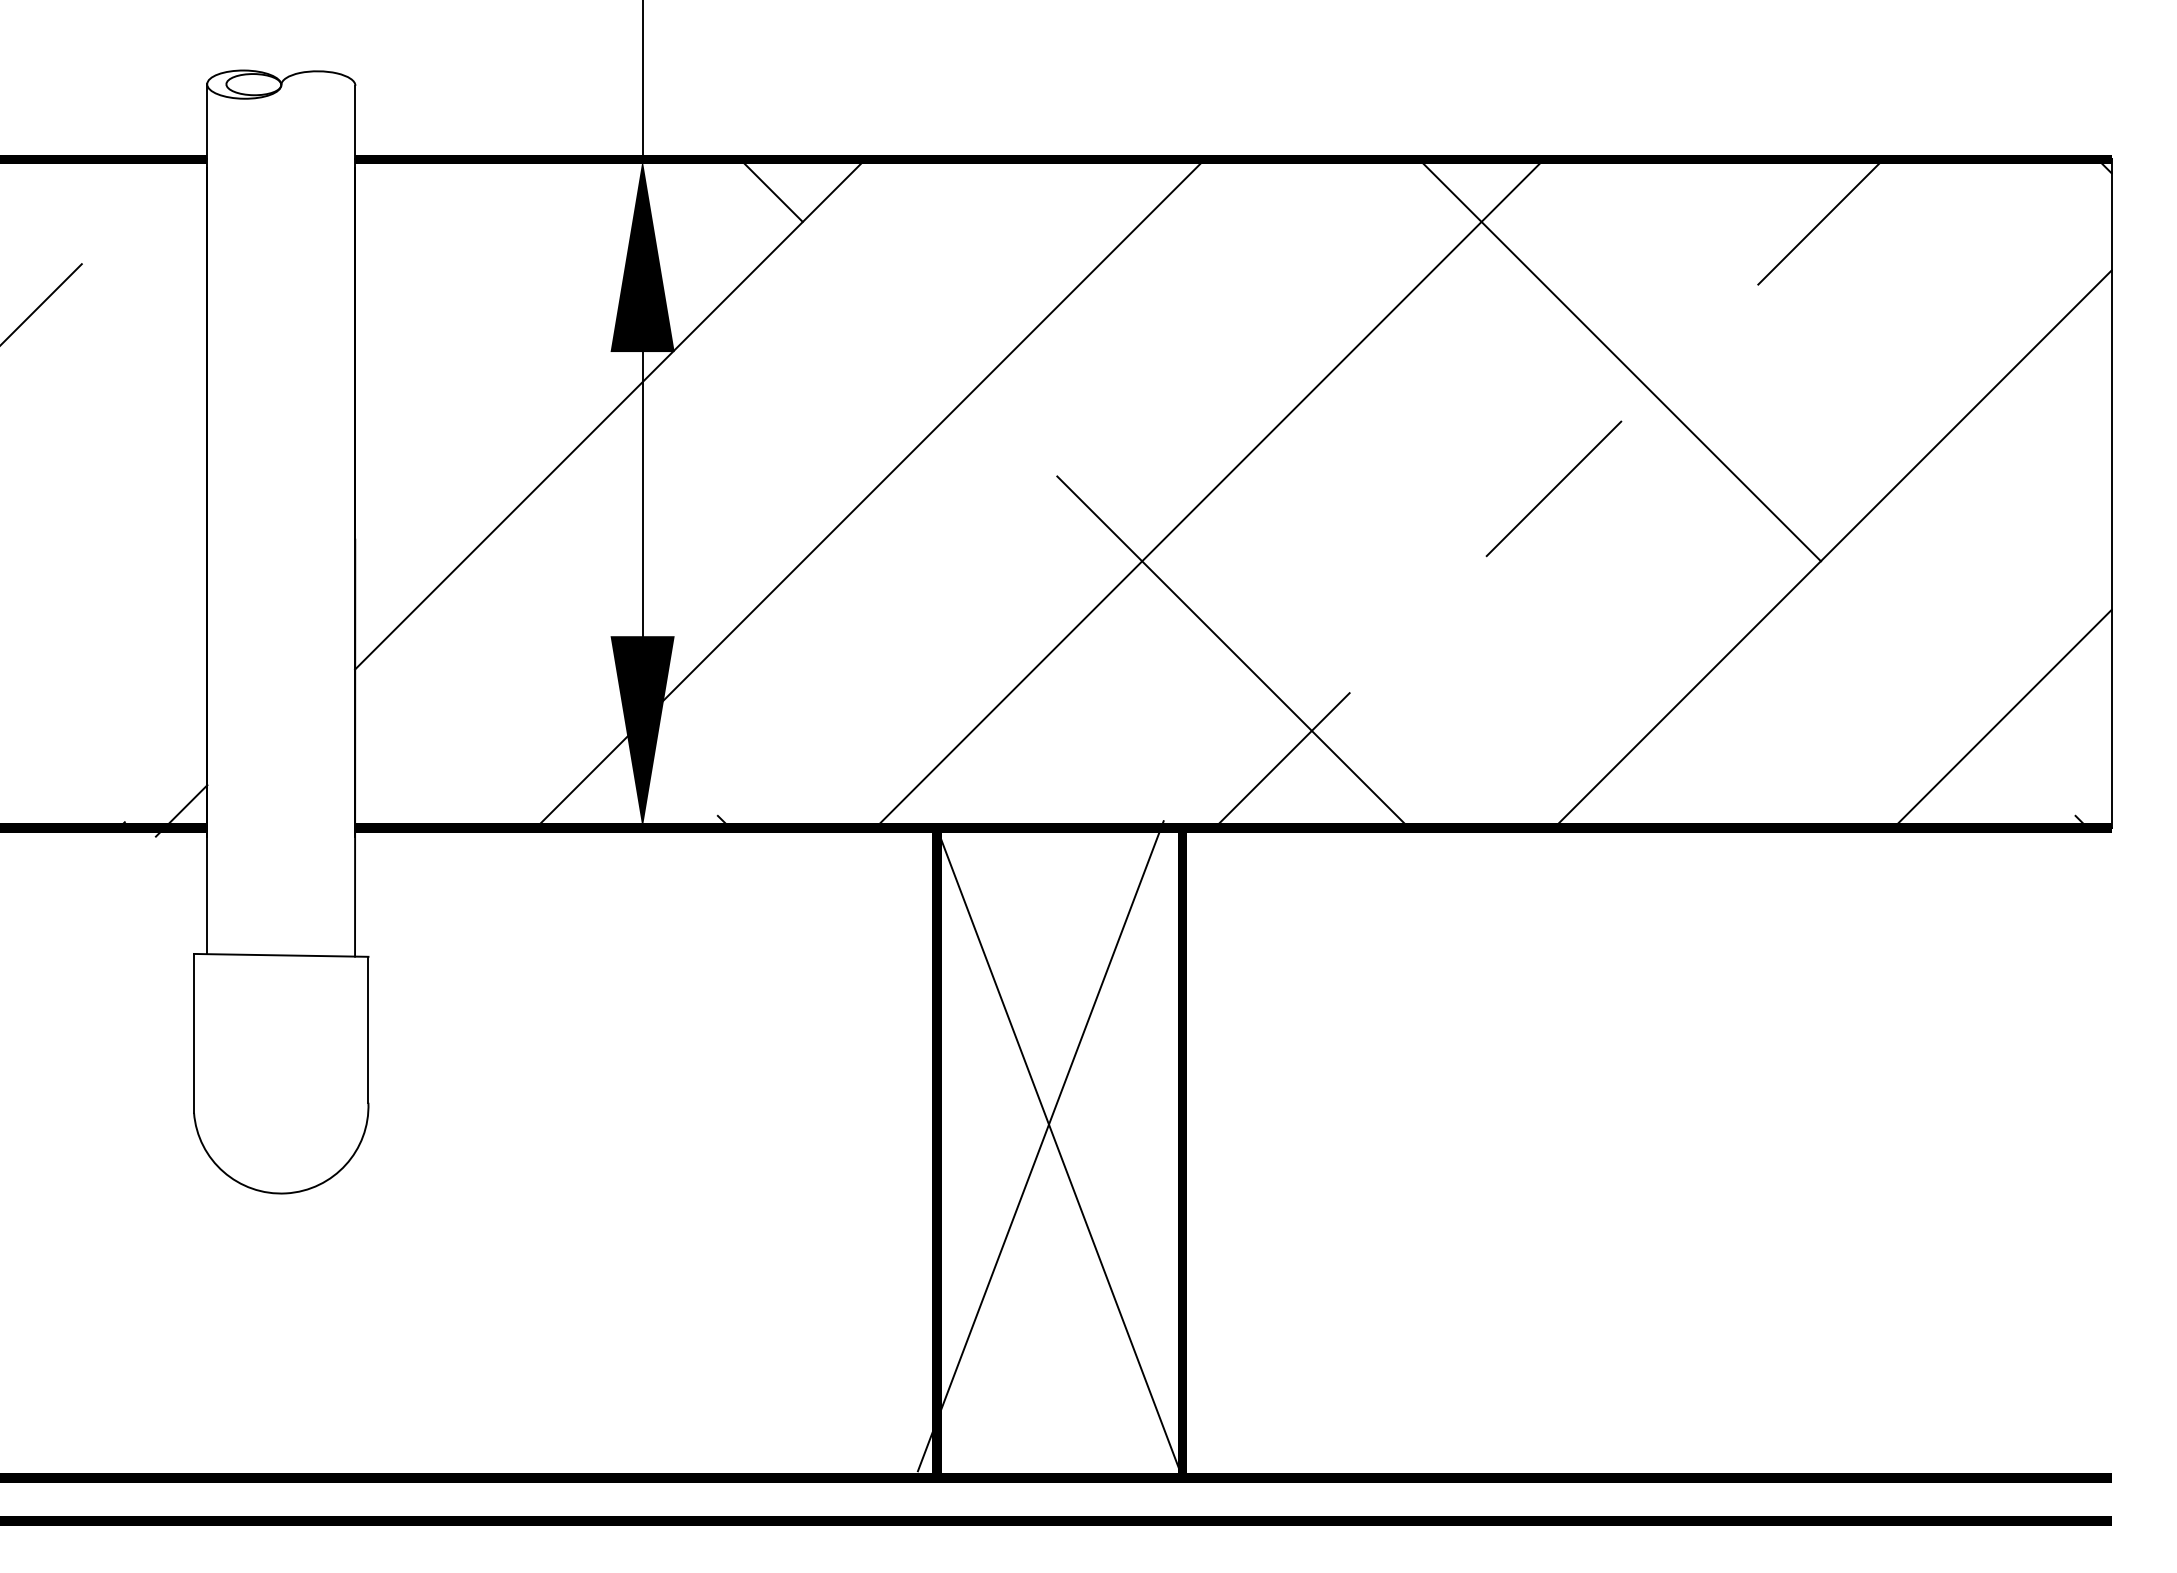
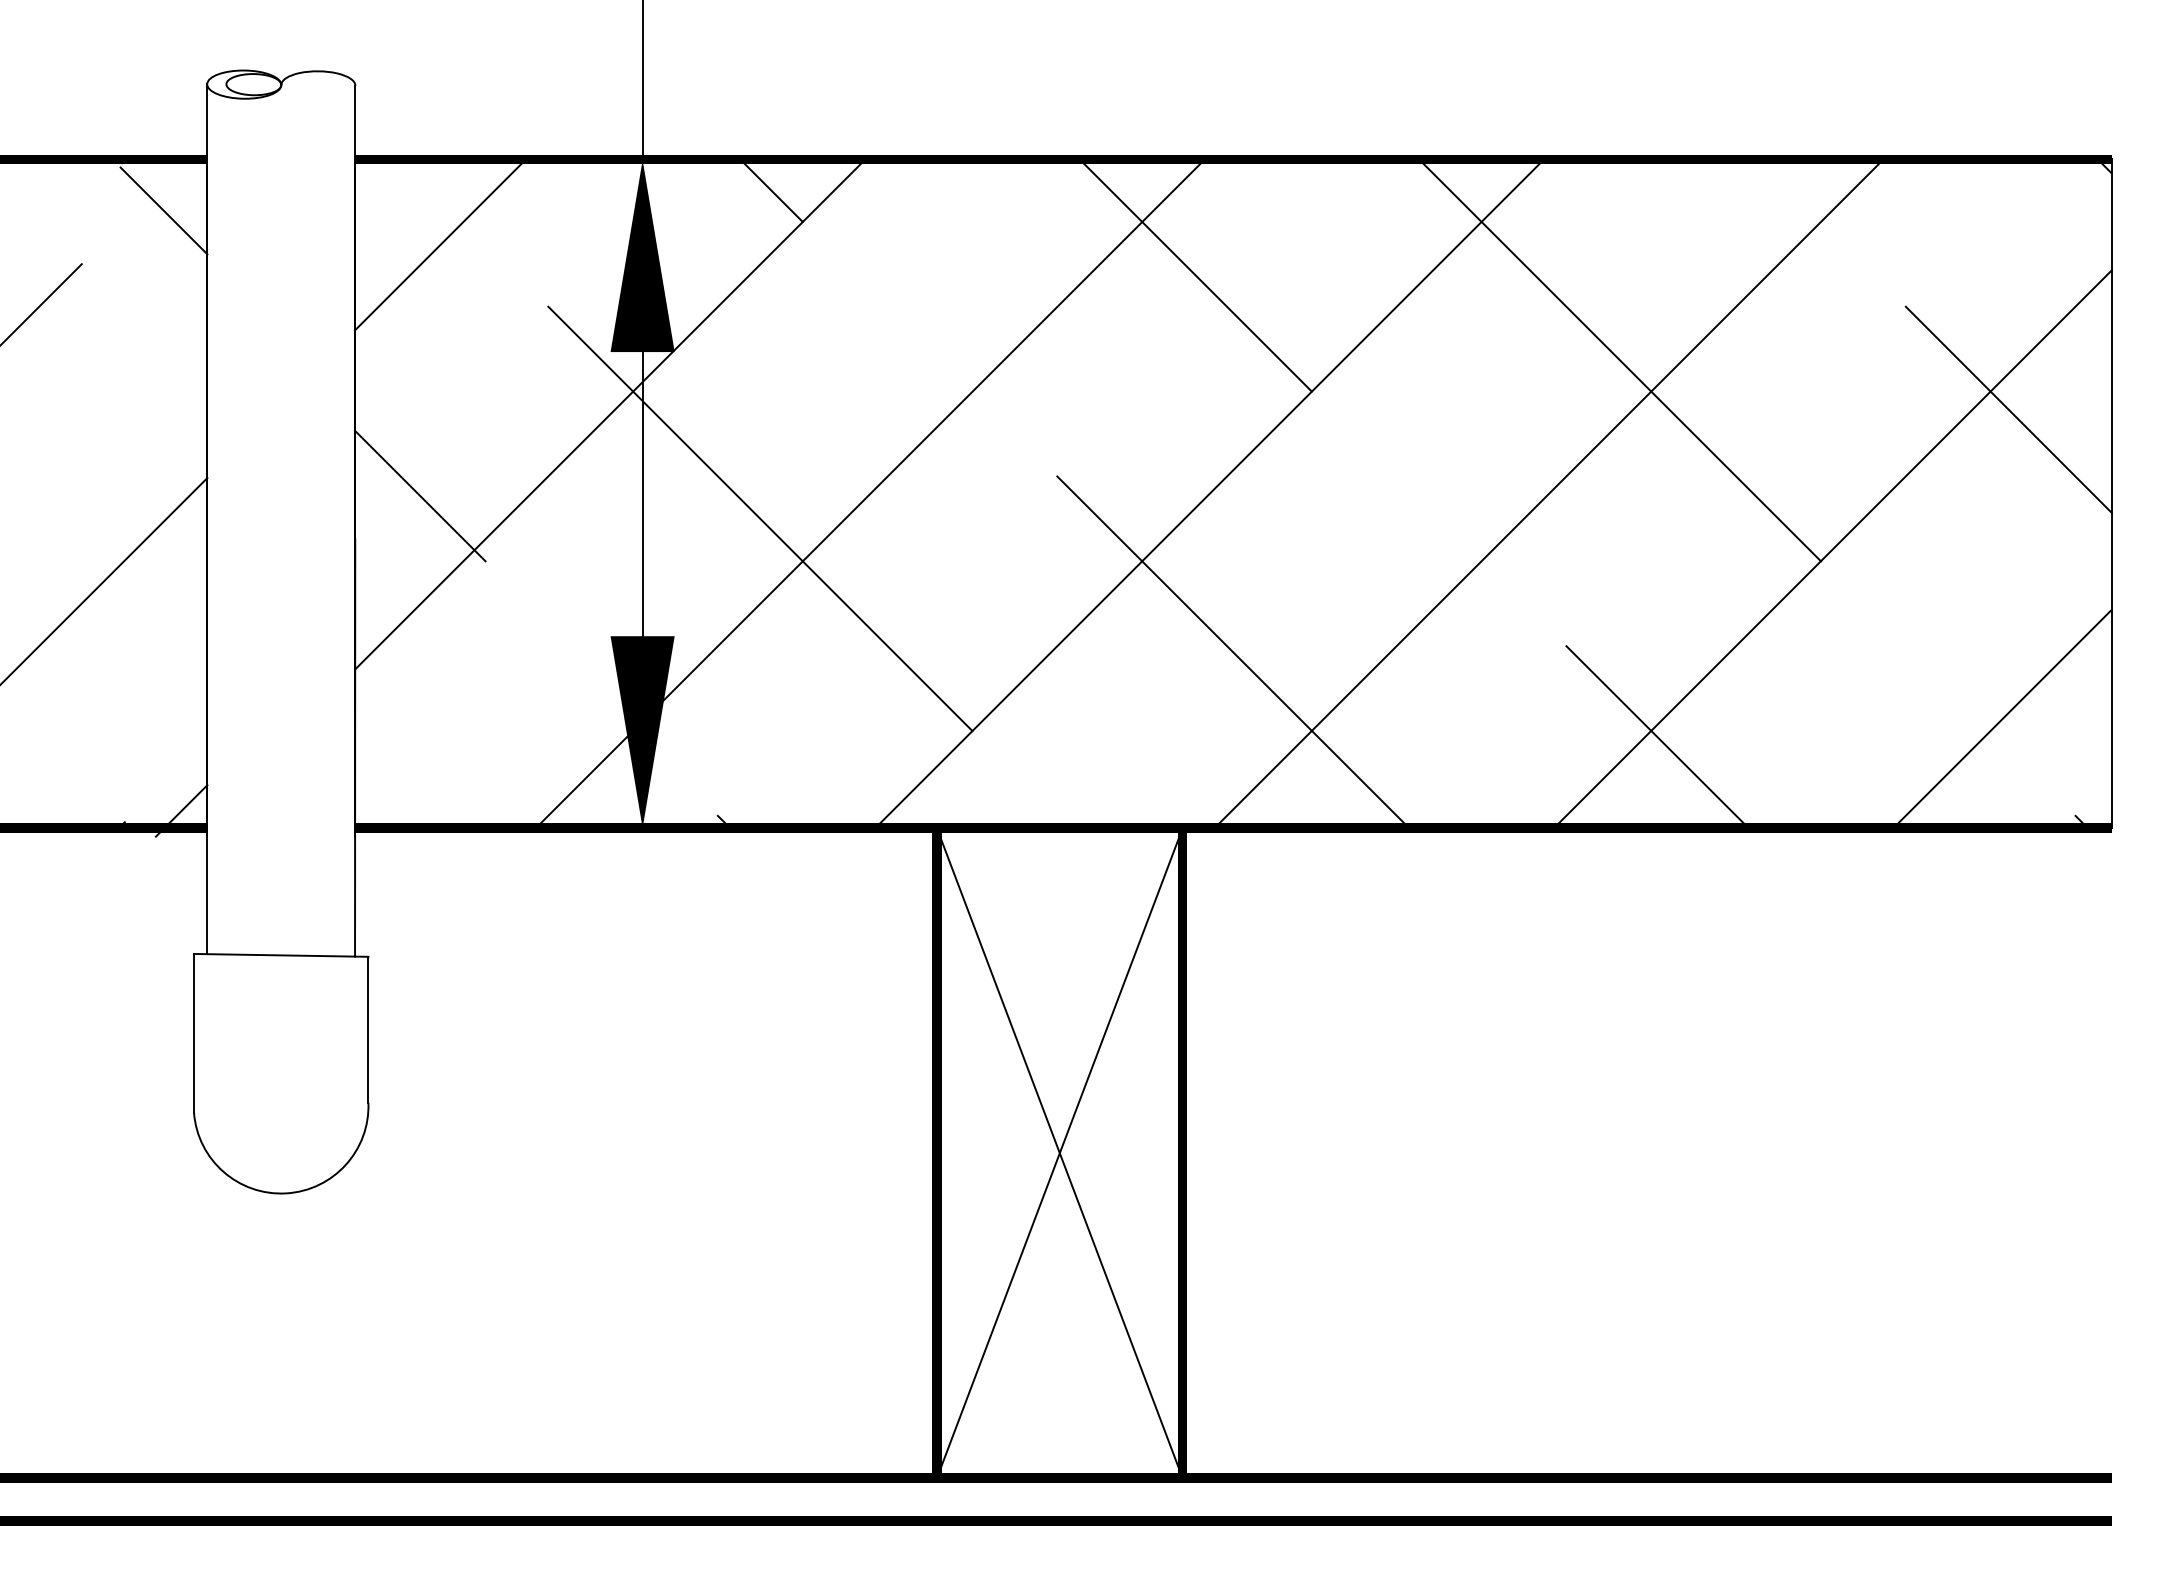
line at (163, 210): none -> present
line at (440, 244): none -> present
line at (1195, 275): none -> present
line at (2008, 409): none -> present
line at (1549, 493): dashed -> solid
line at (420, 495): none -> present
line at (760, 518): none -> present
line at (104, 580): none -> present
line at (1657, 737): none -> present
line at (1040, 1146) position: (1040, 1146) -> (1059, 1153)
